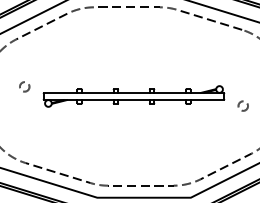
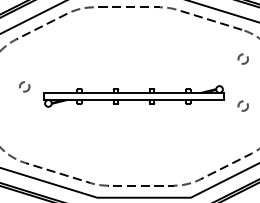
circle at (242, 58): none -> present
